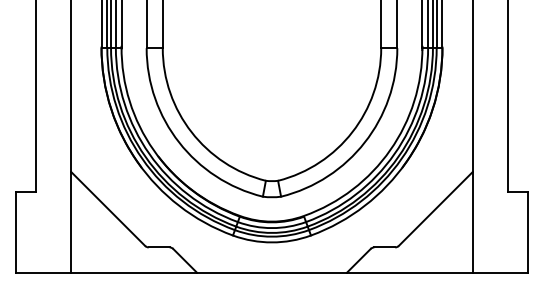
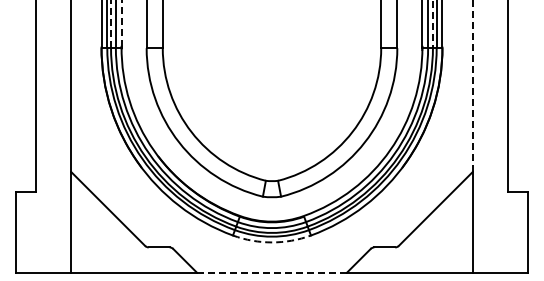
line at (111, 23): solid -> dashed
line at (121, 23): solid -> dashed
line at (432, 24): solid -> dashed
line at (472, 86): solid -> dashed
arc at (272, 242): solid -> dashed
line at (272, 272): solid -> dashed
